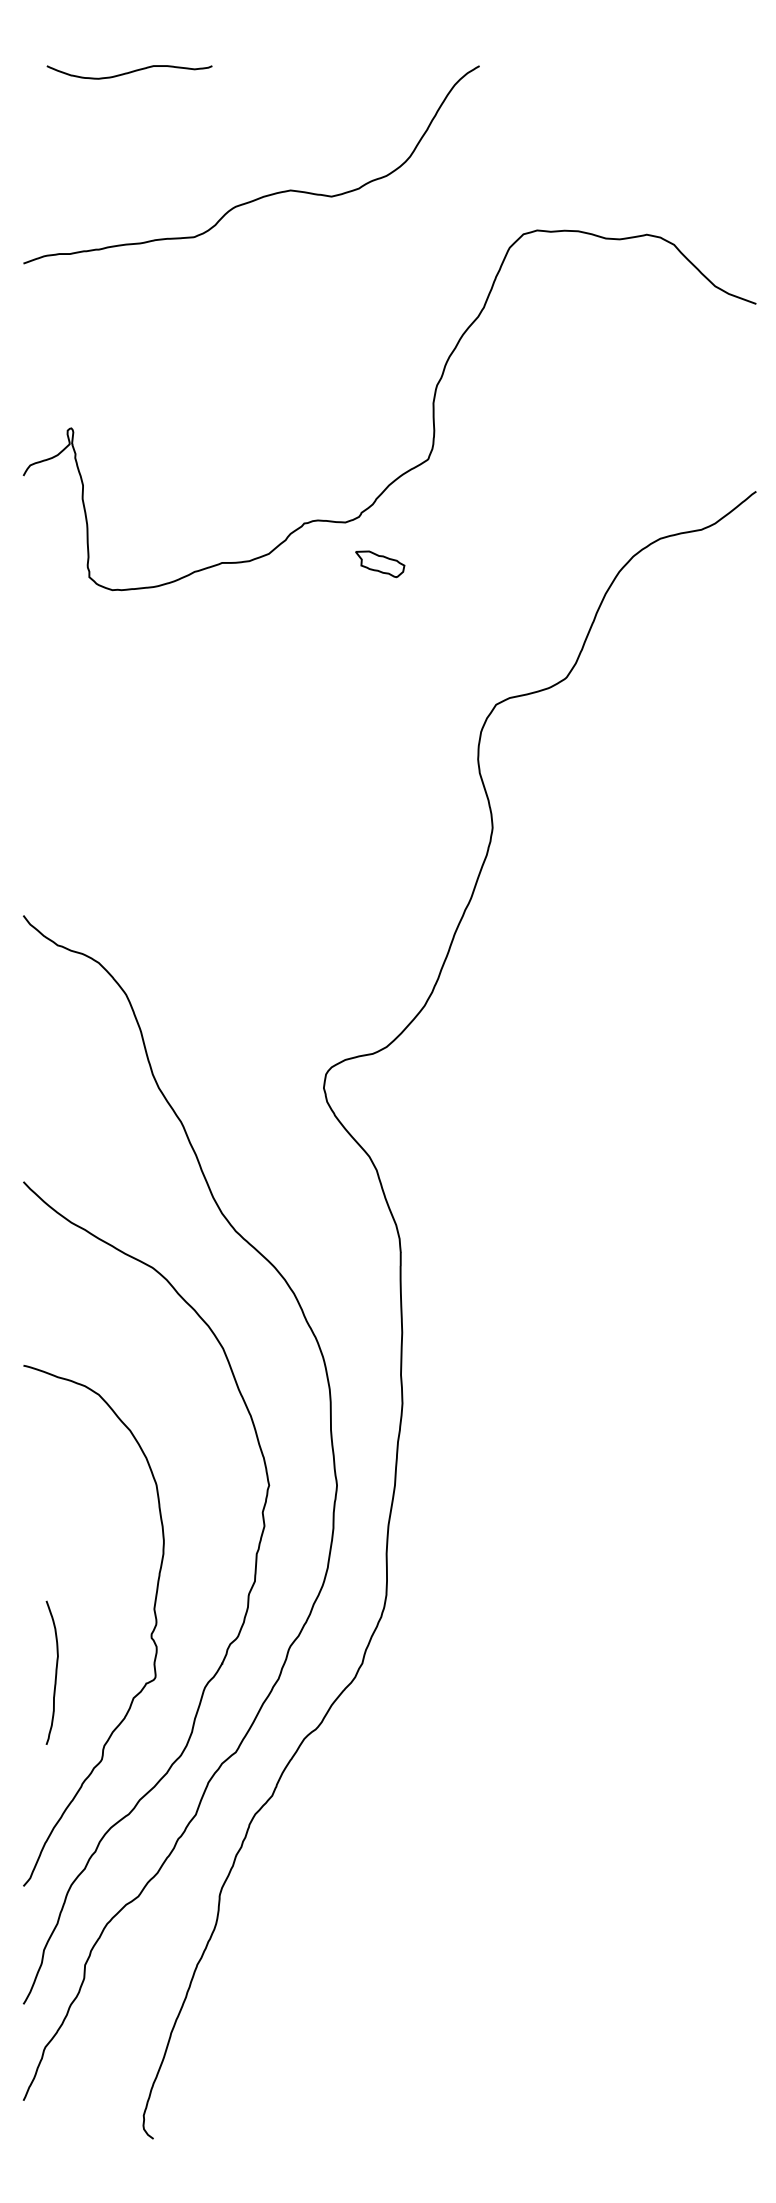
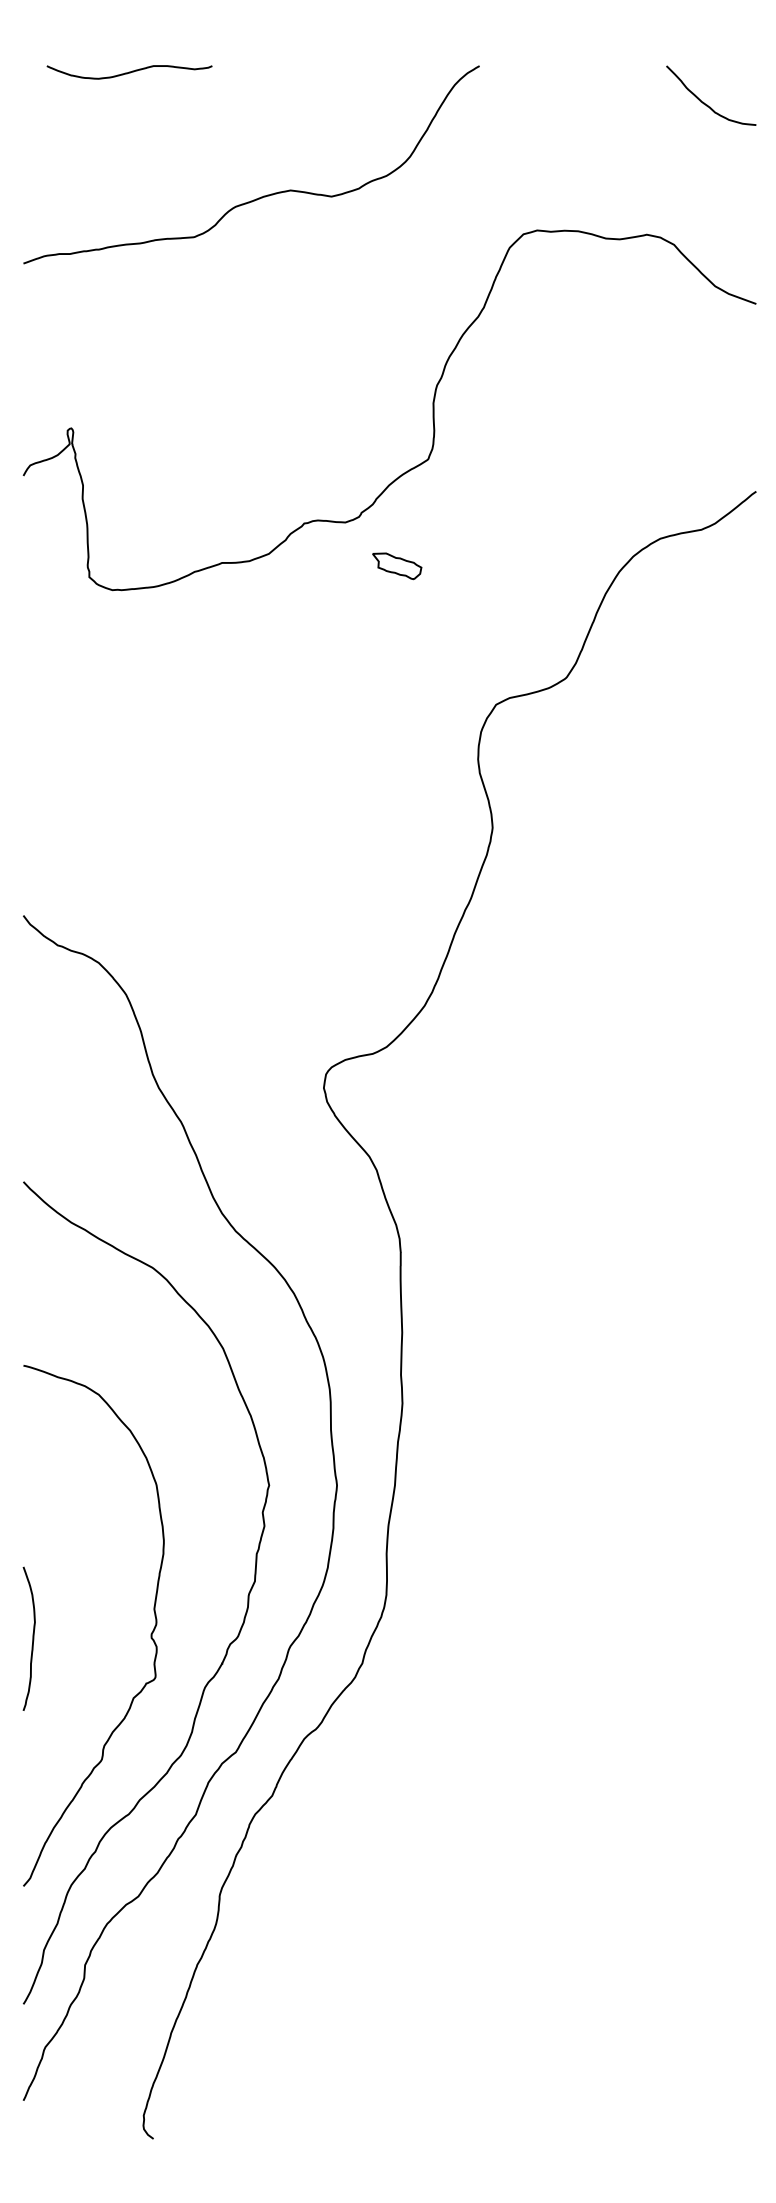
curve at (707, 104): none -> present
part at (380, 564) position: (380, 564) -> (397, 566)
curve at (55, 1672) position: (55, 1672) -> (32, 1638)
